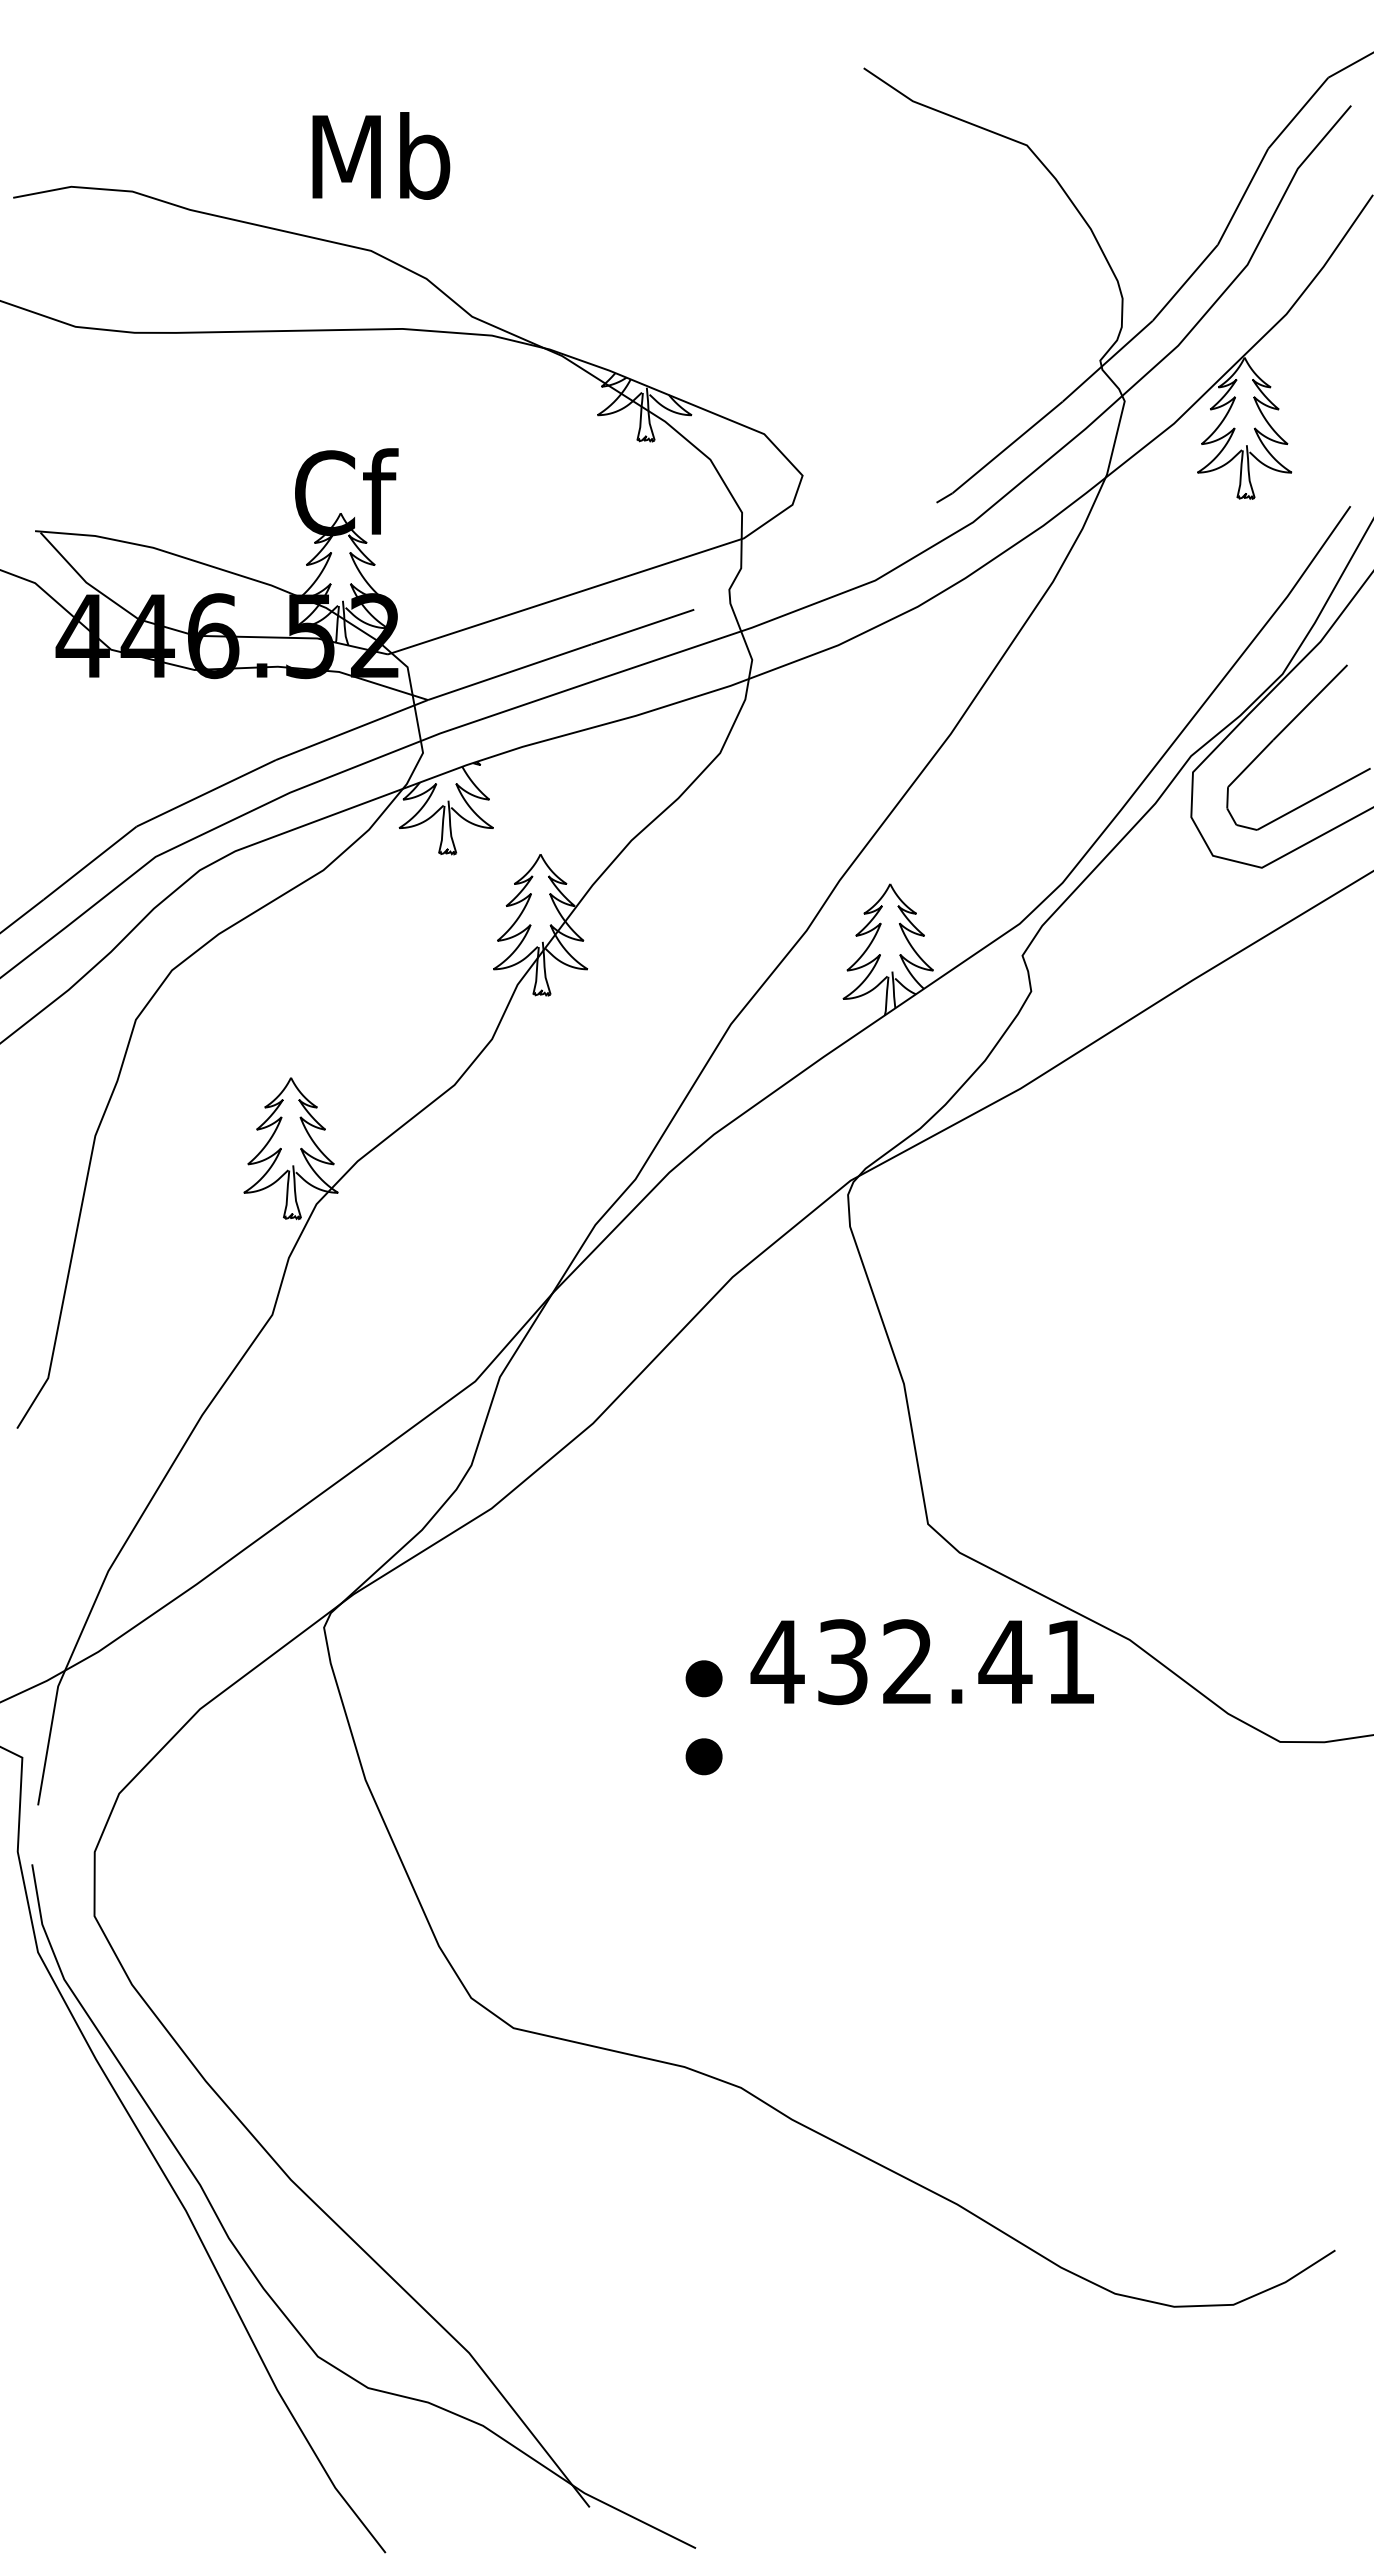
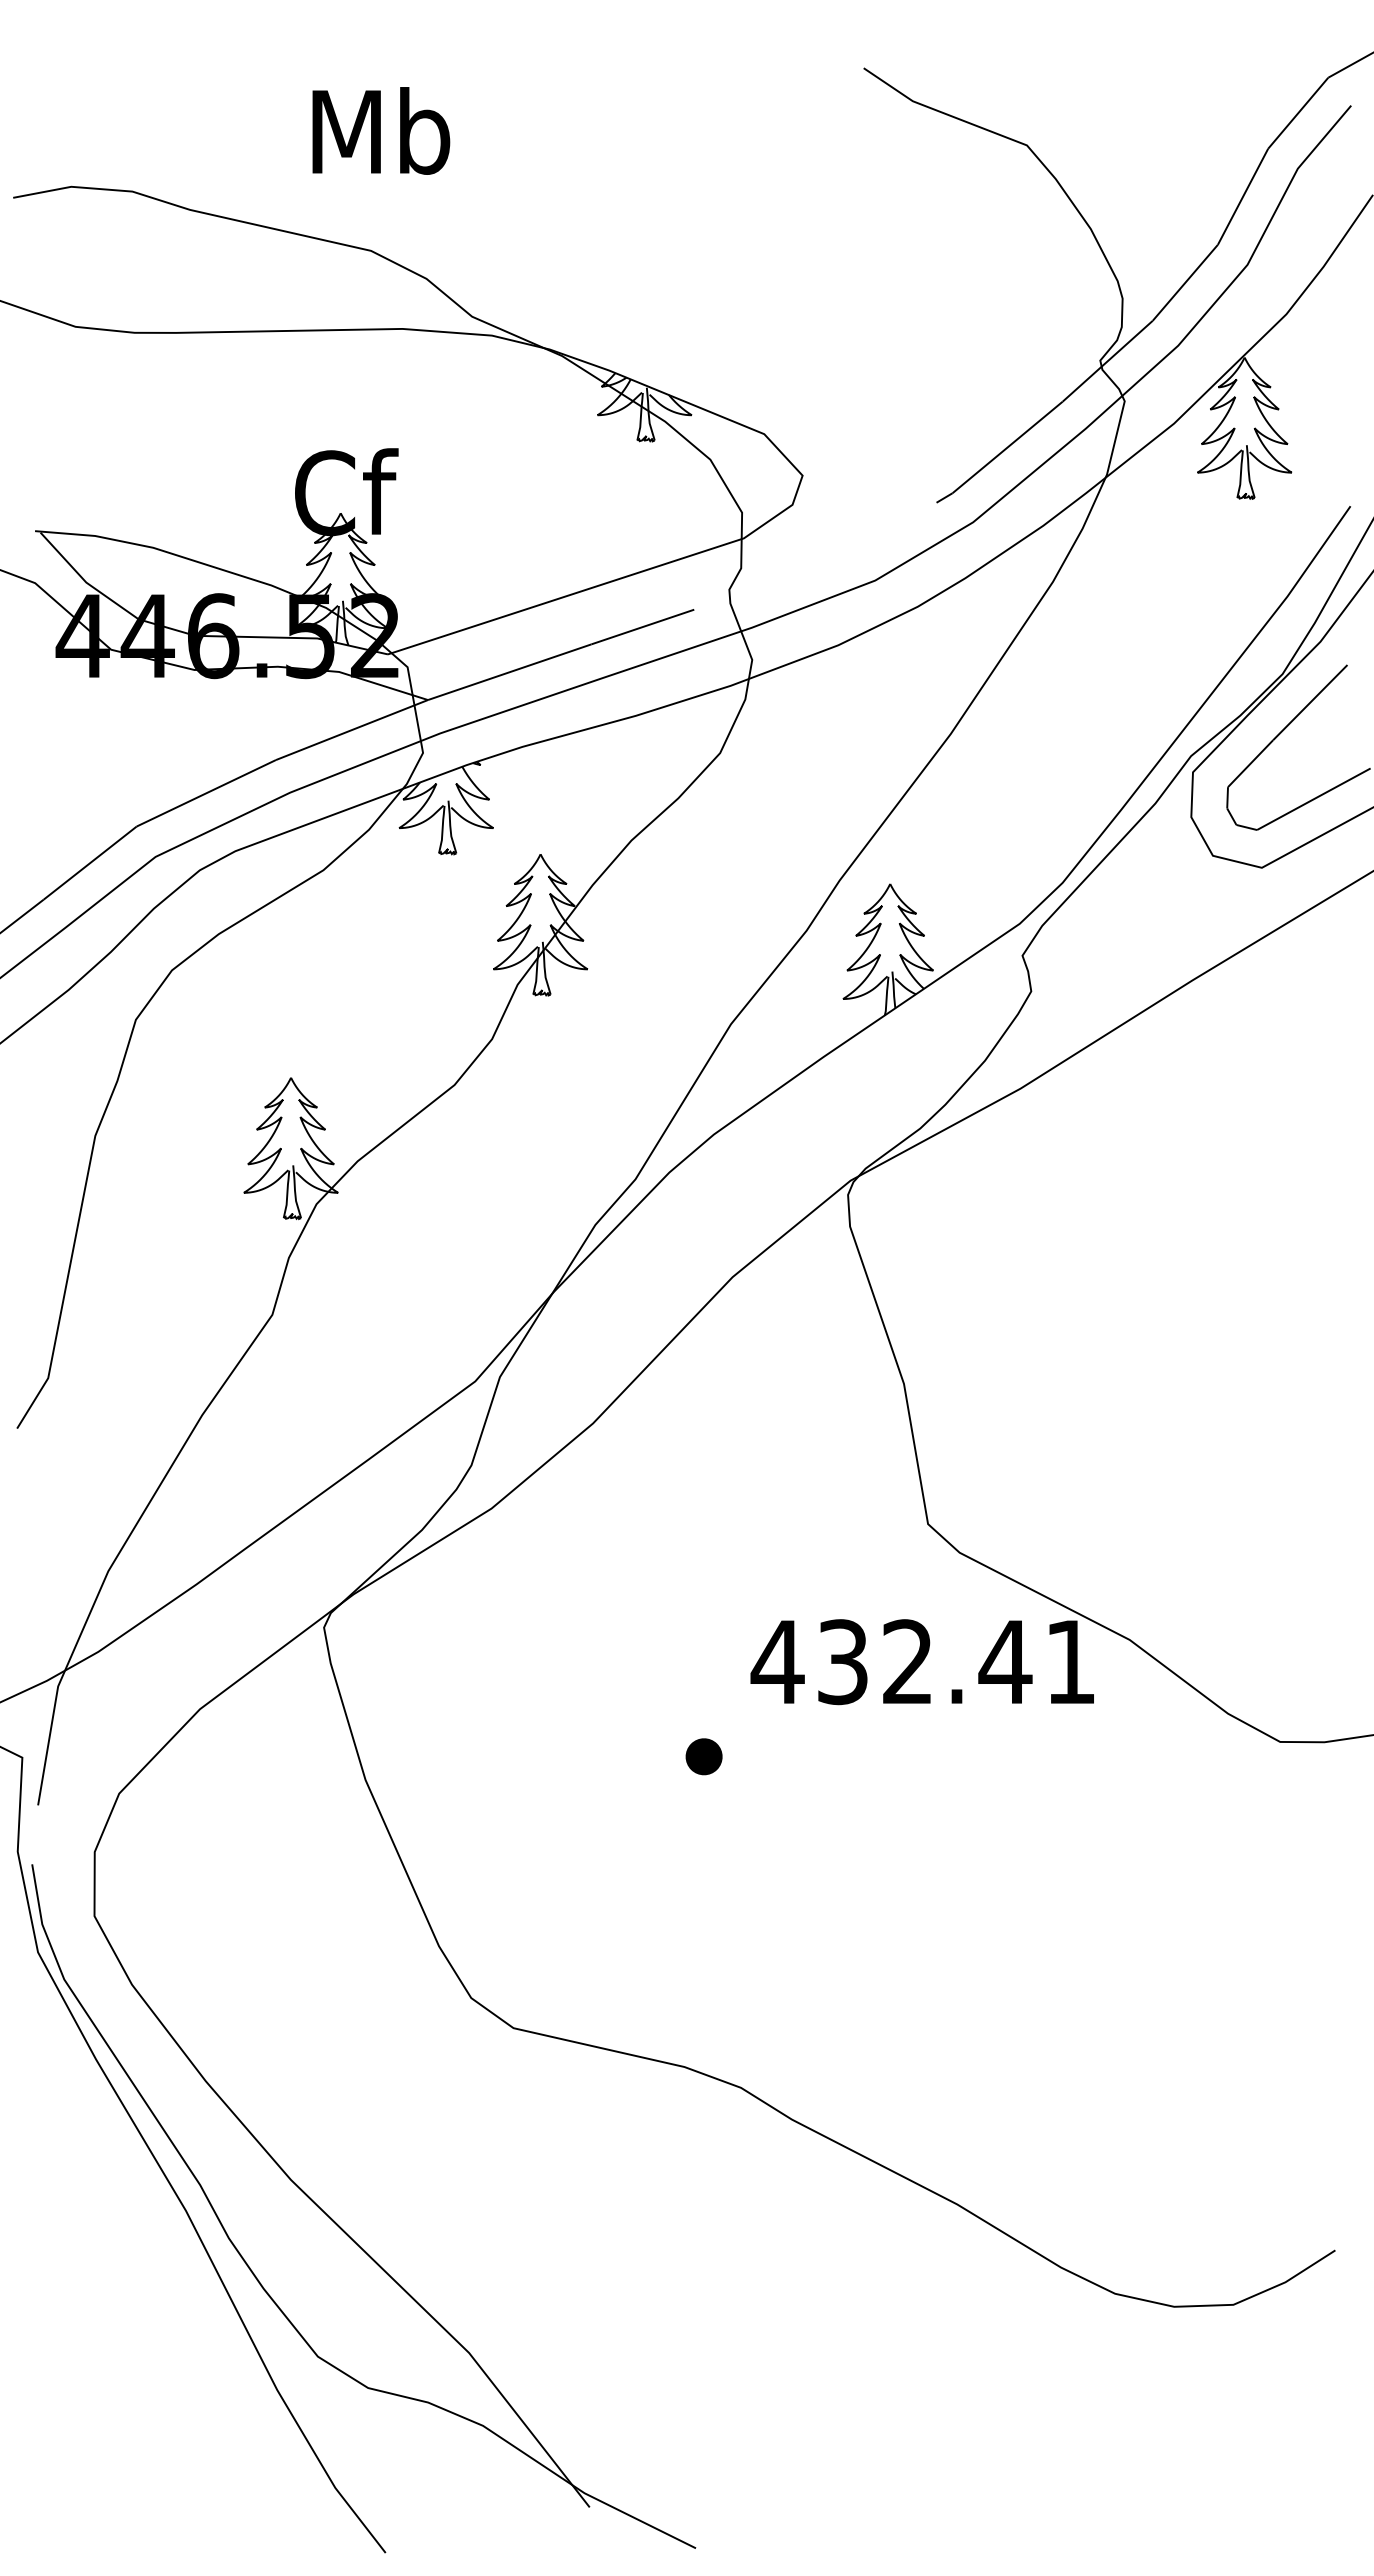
text at (381, 155) position: (381, 155) -> (381, 130)
part at (703, 1678): present -> none
